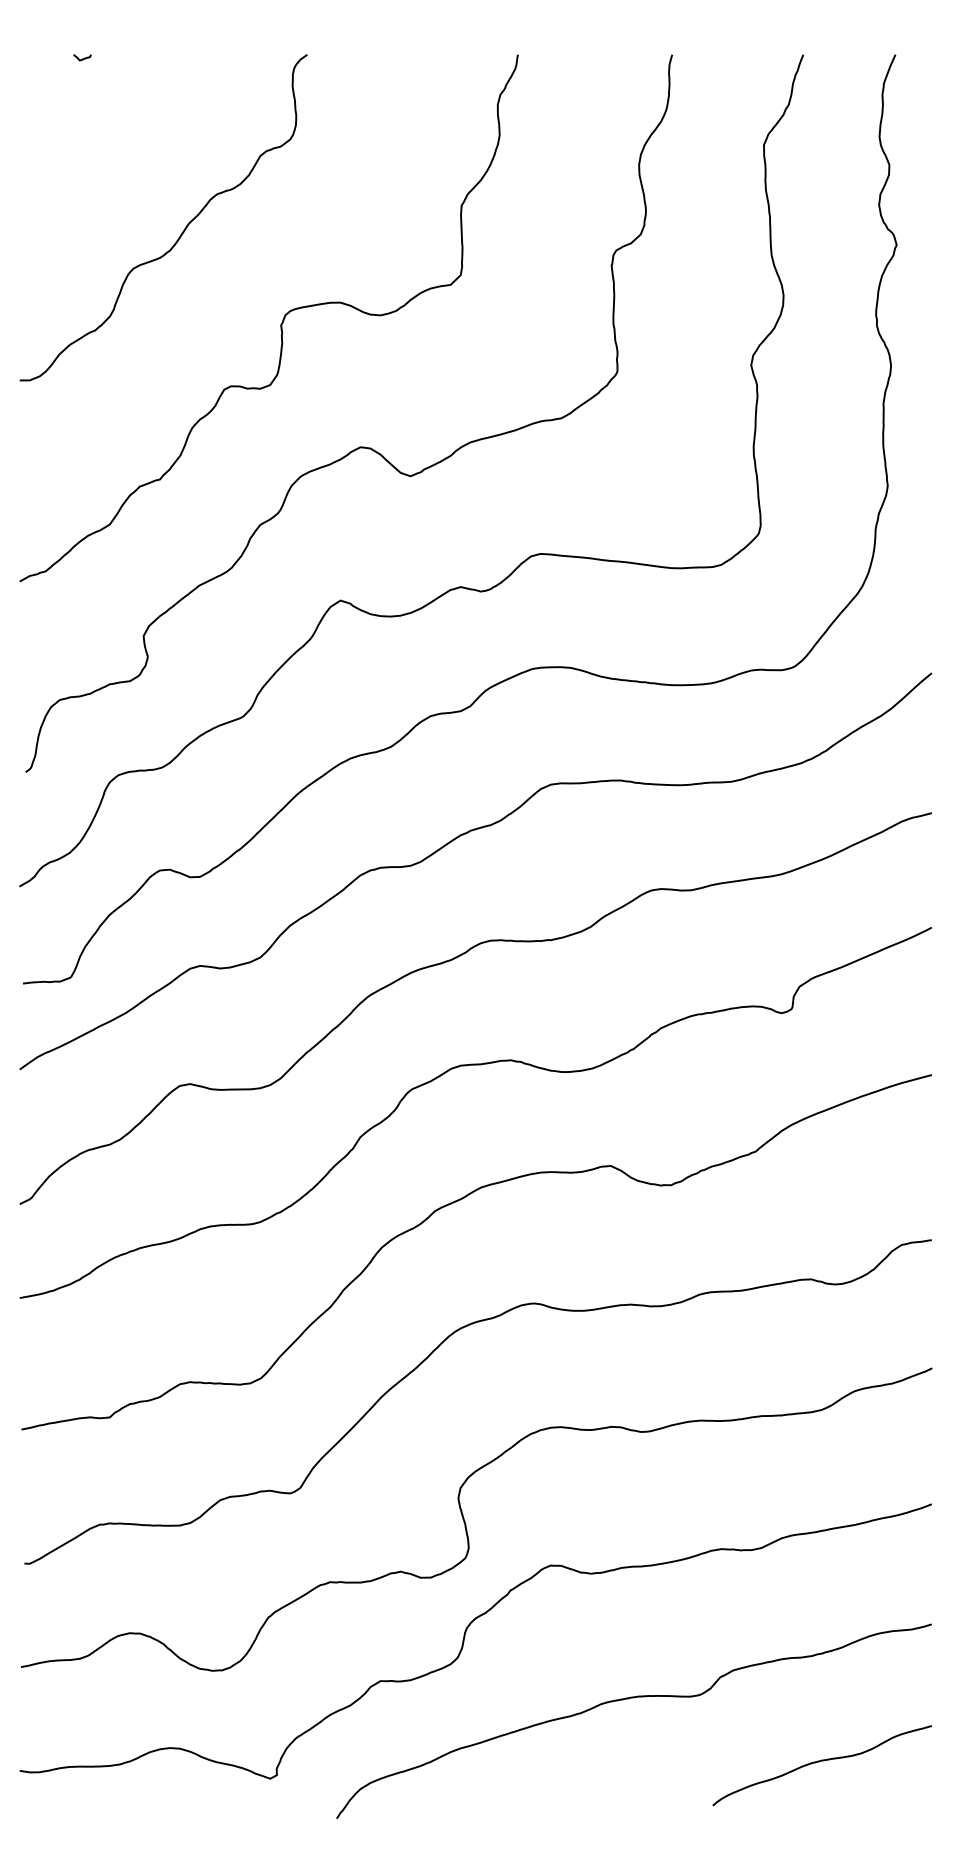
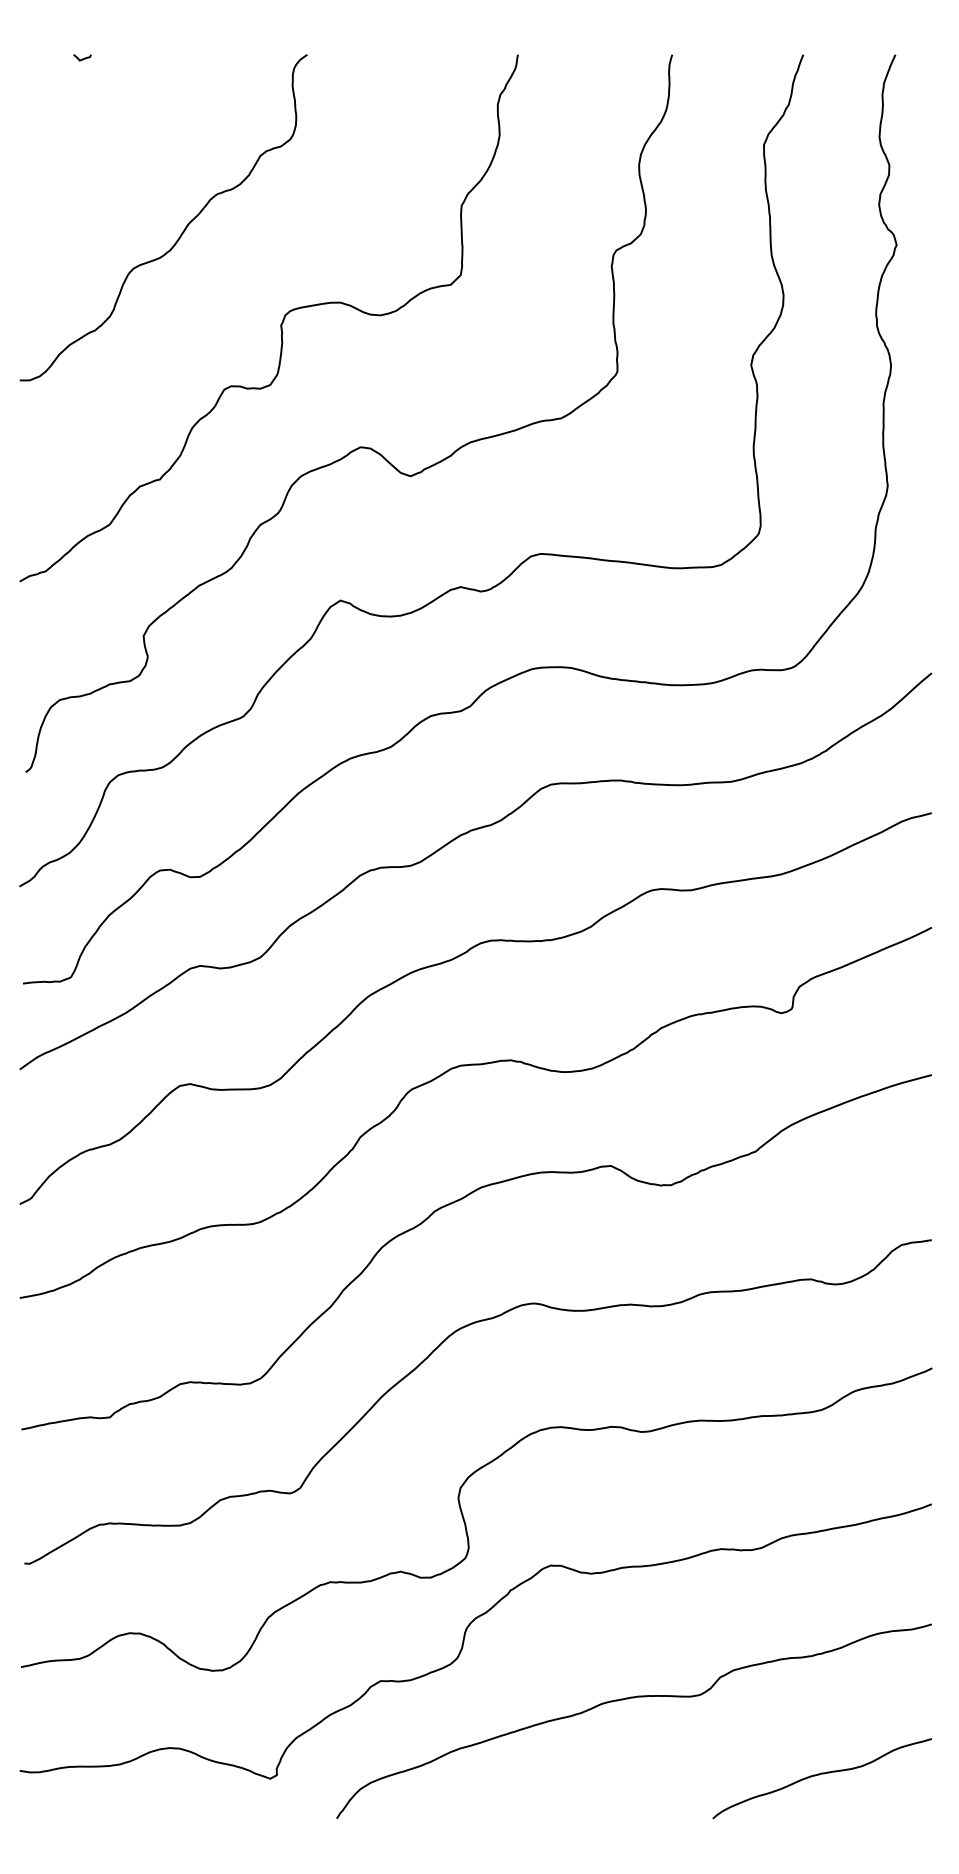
curve at (819, 1762) position: (819, 1762) -> (819, 1775)
